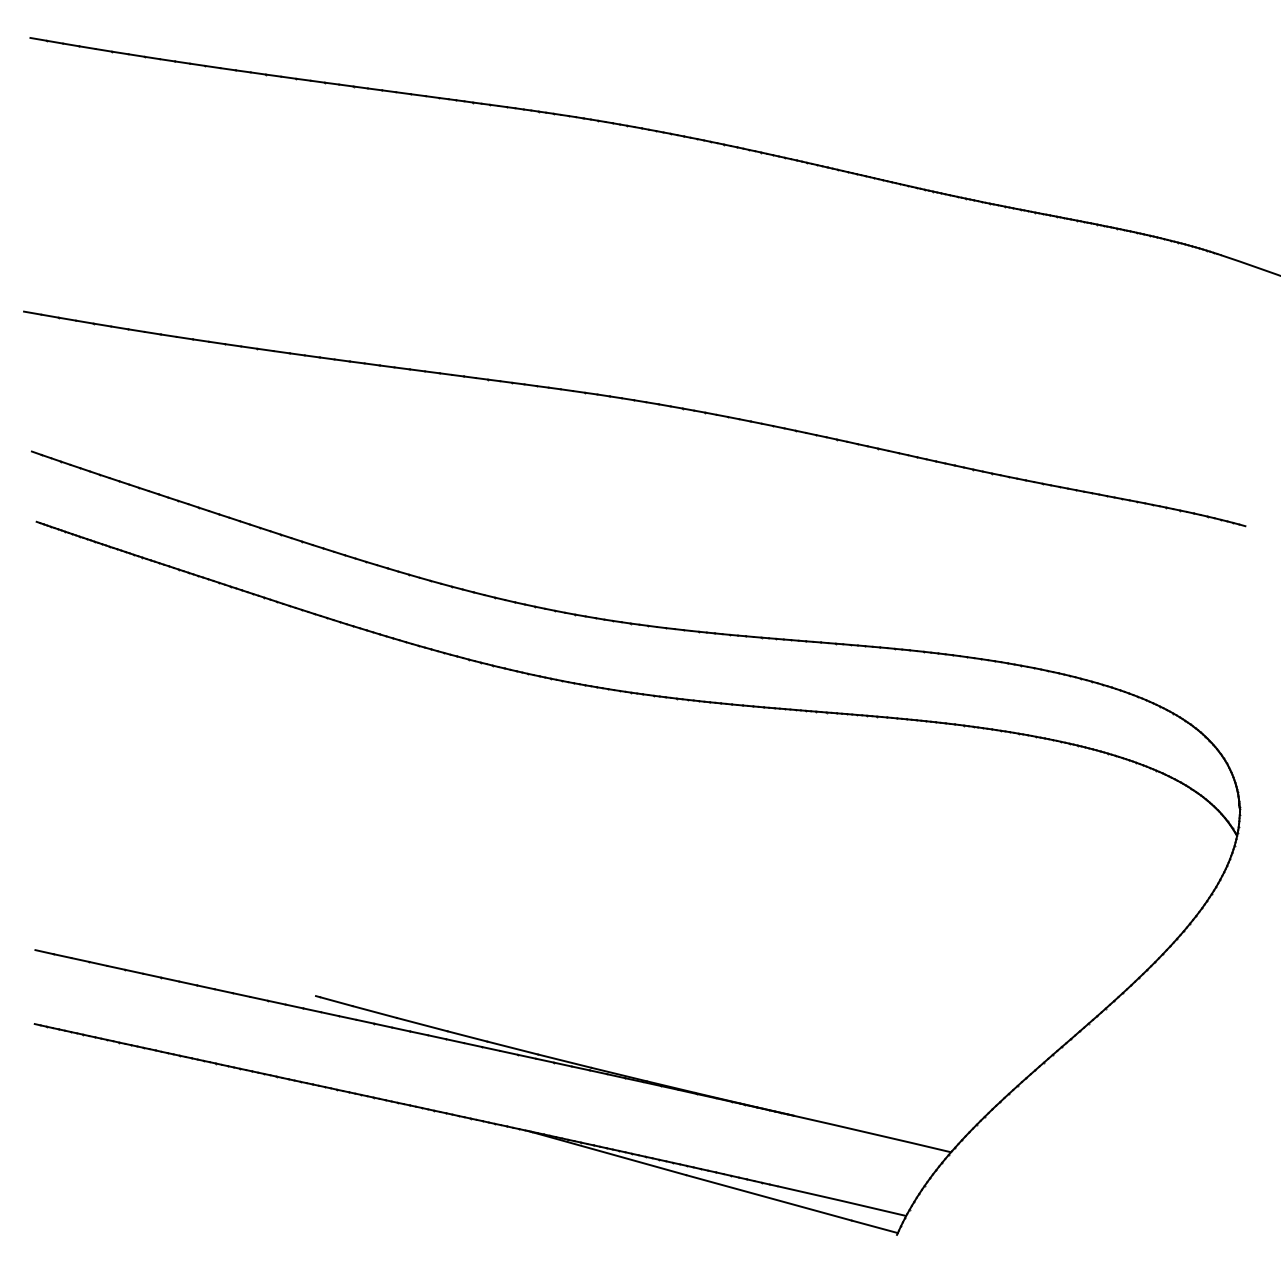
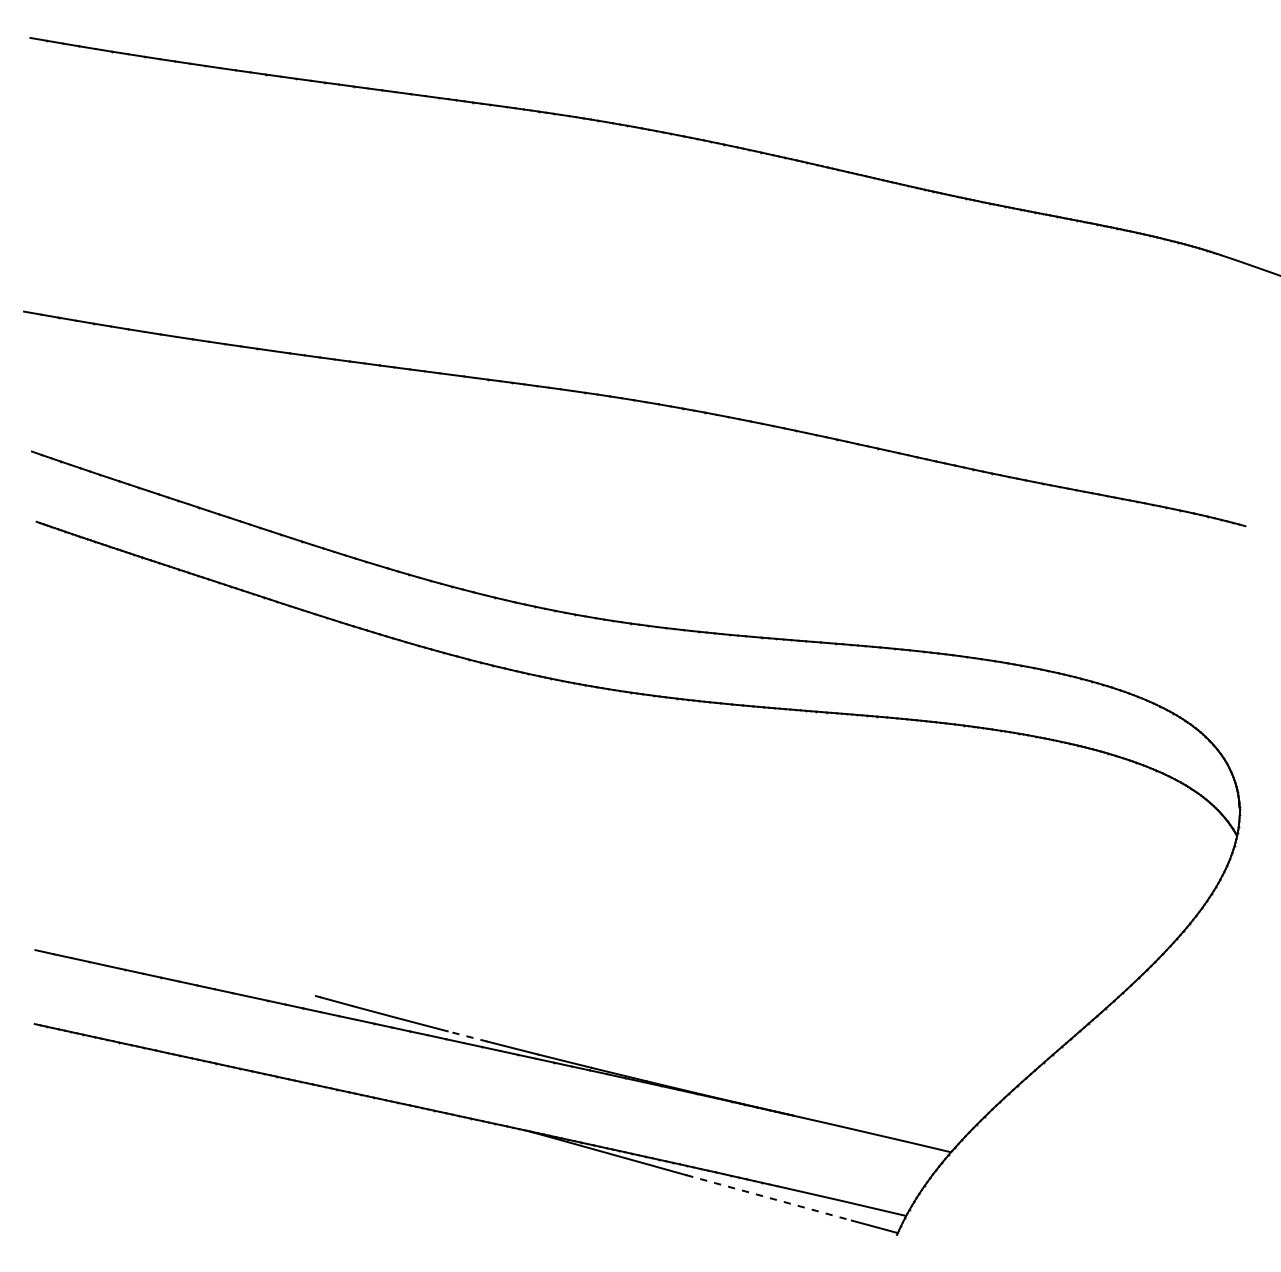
line at (467, 1036): solid -> dashed
line at (769, 1197): solid -> dashed
